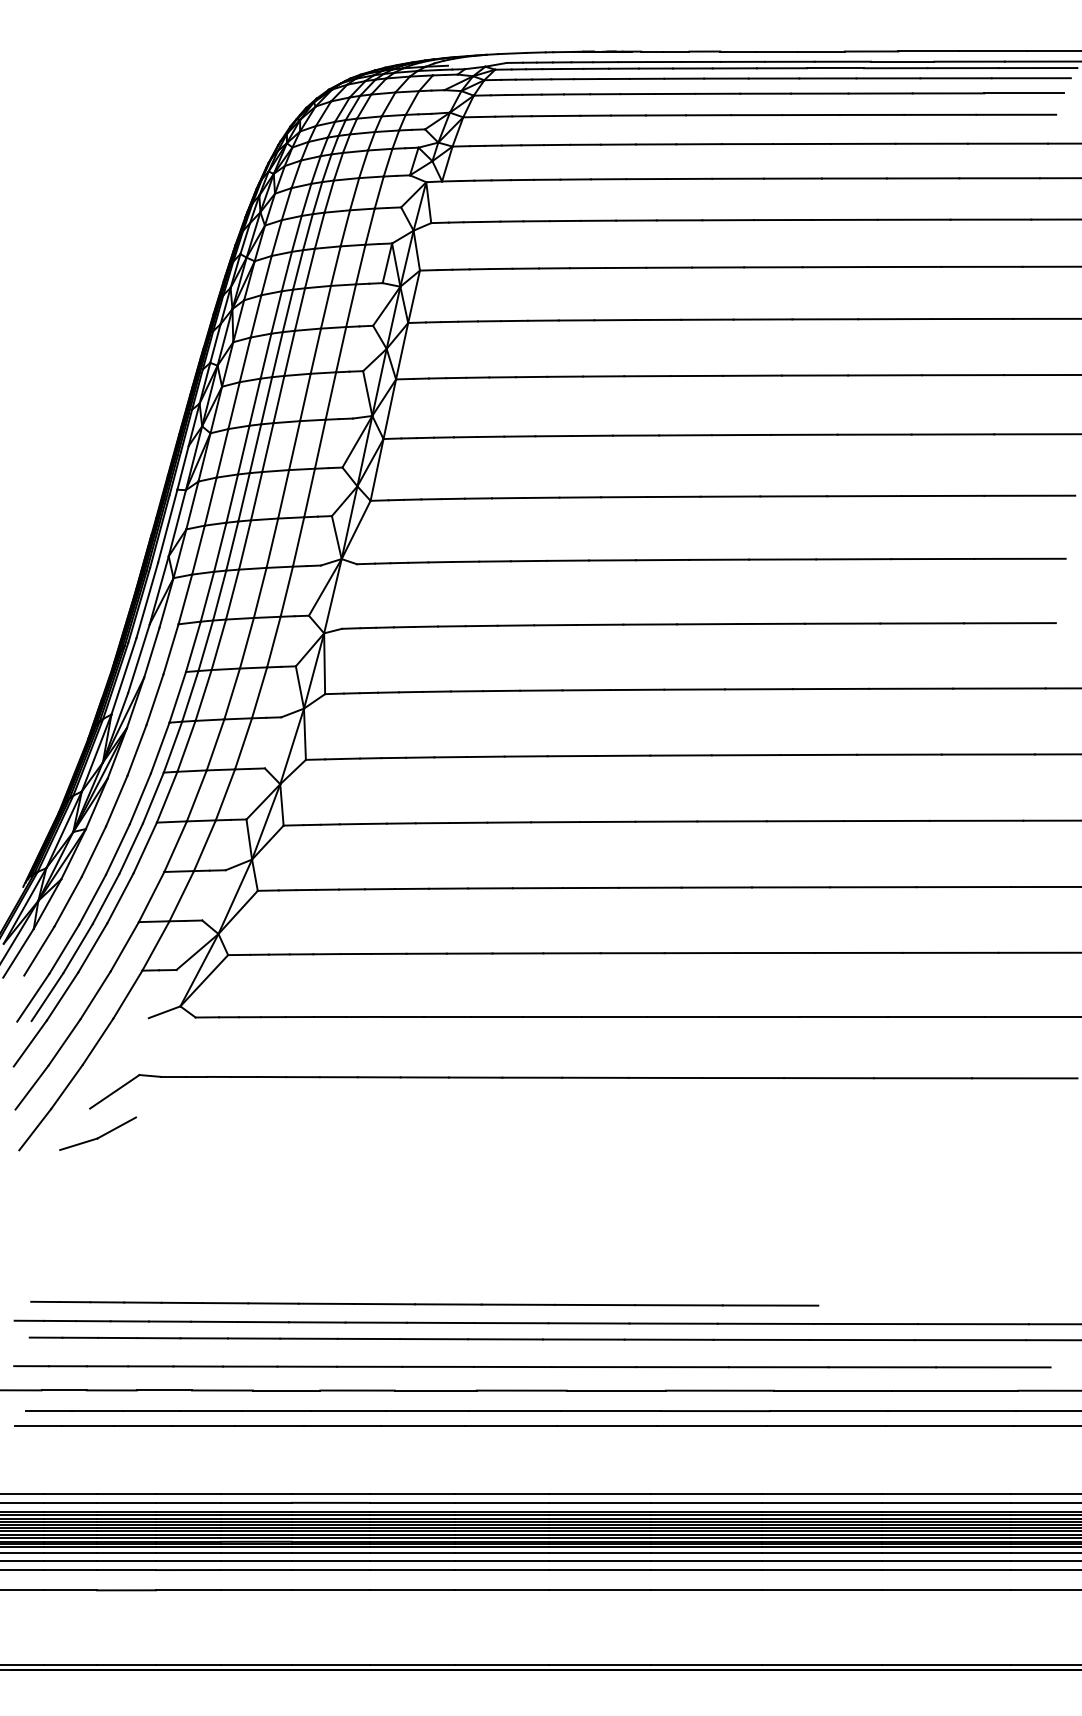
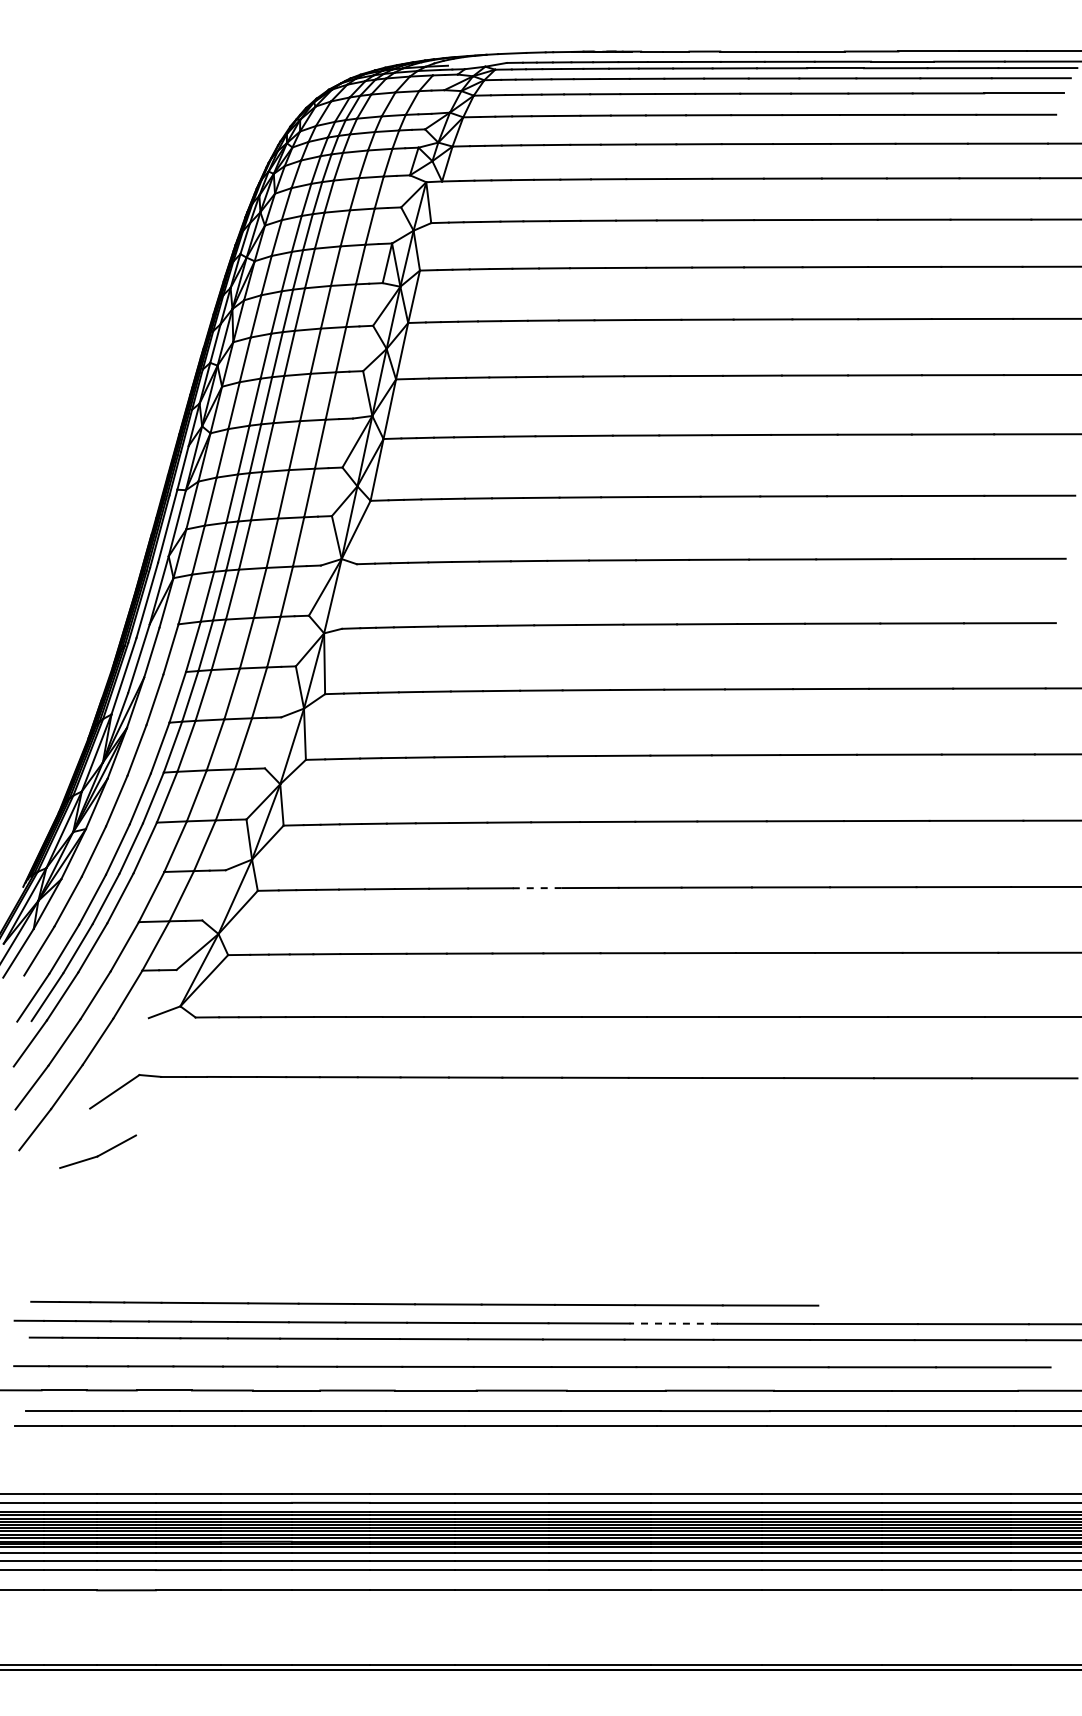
line at (537, 888): solid -> dashed
part at (97, 1133) position: (97, 1133) -> (97, 1151)
line at (673, 1323): solid -> dashed
